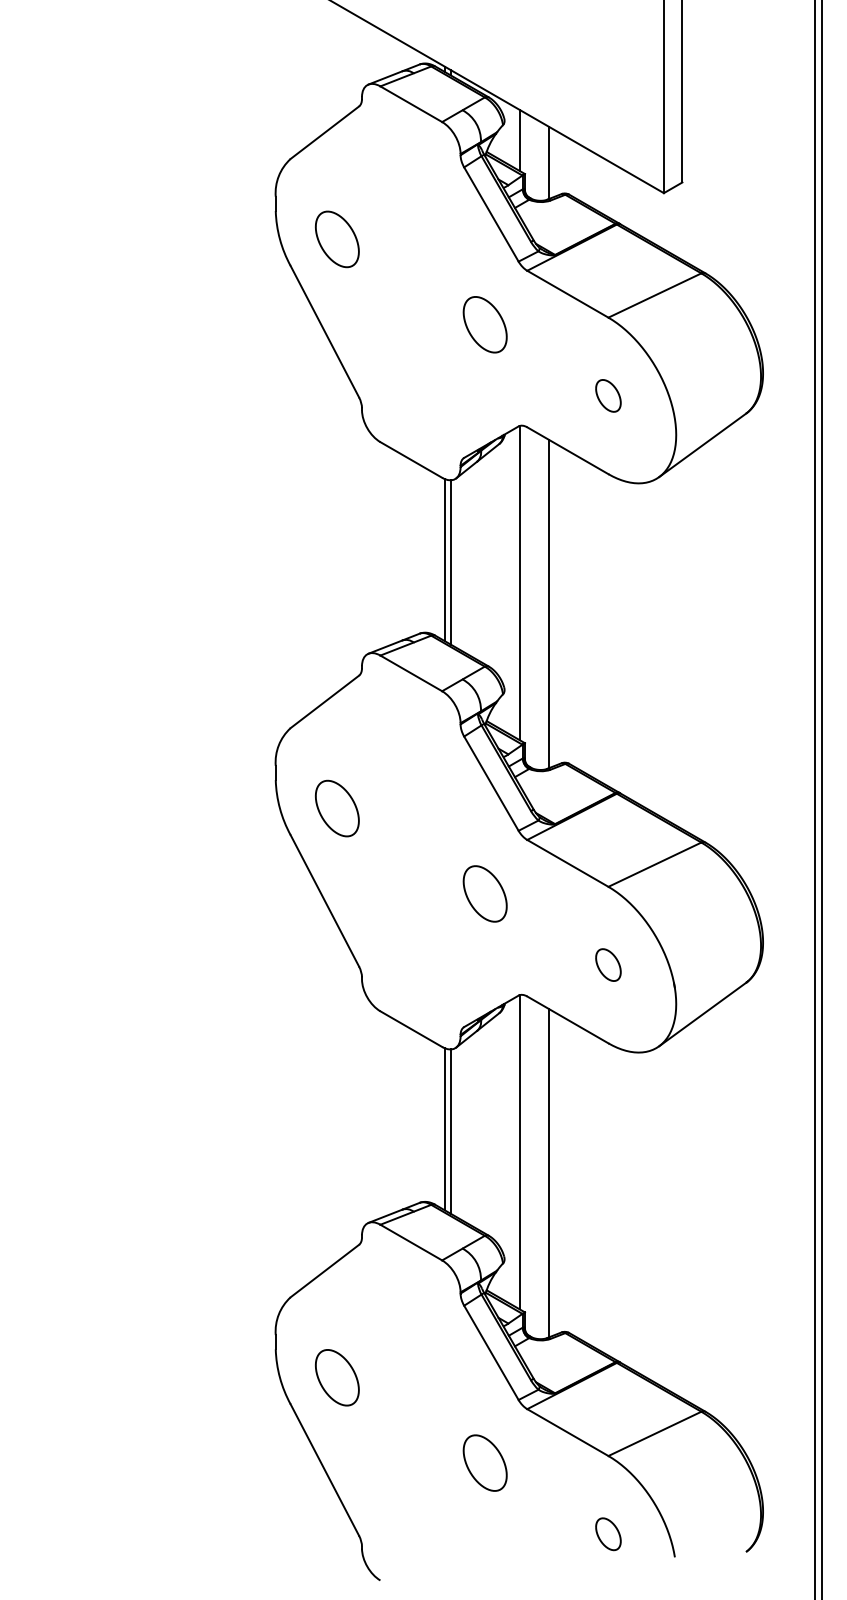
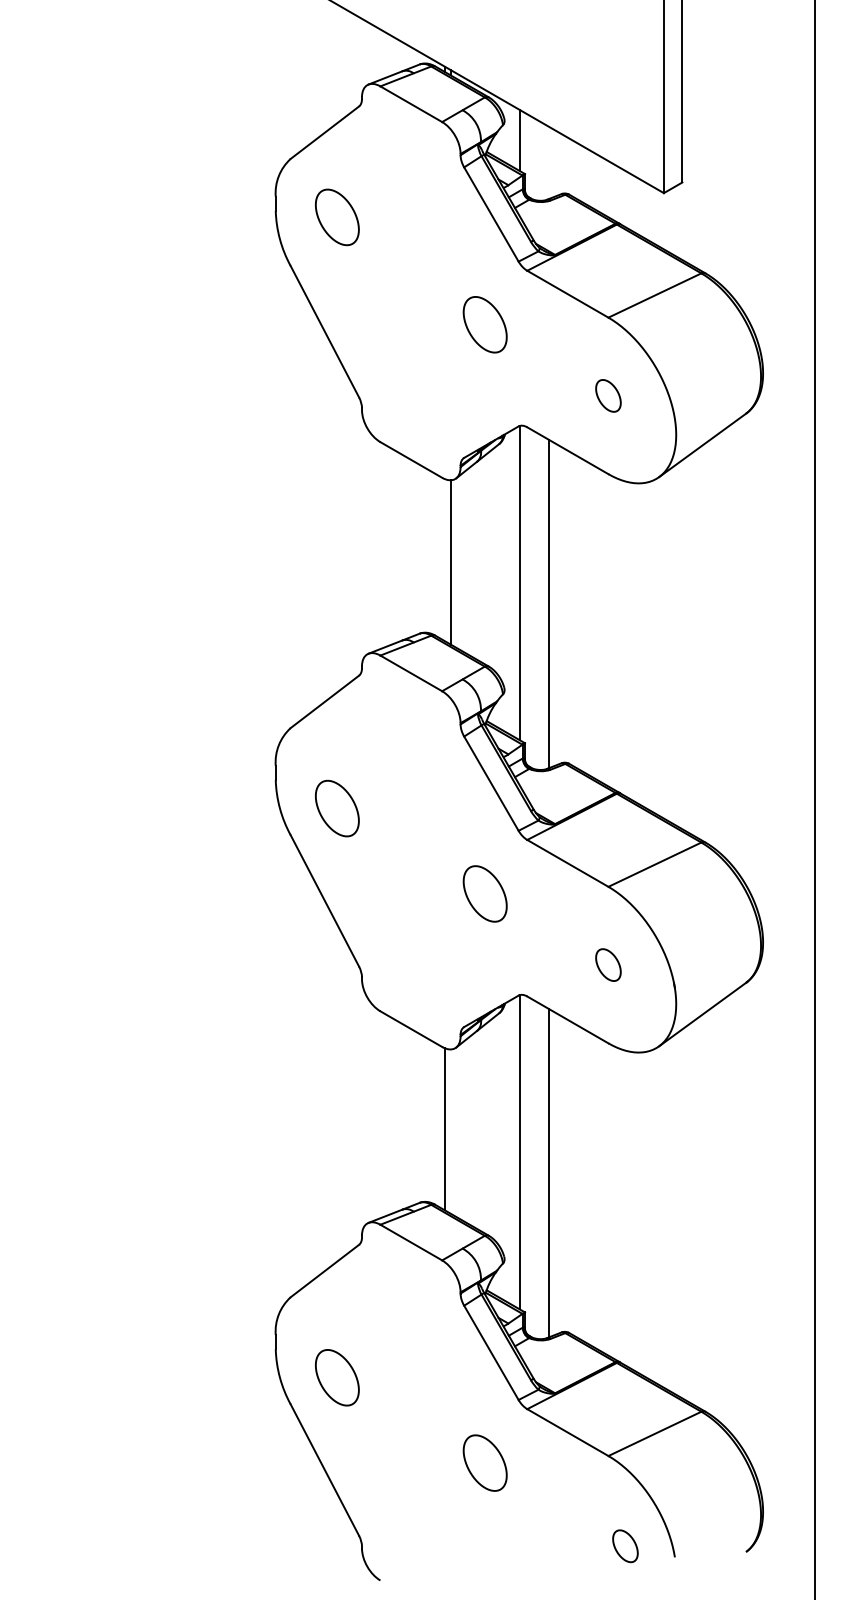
line at (549, 162): present -> none
part at (337, 239) position: (337, 239) -> (337, 217)
line at (444, 560): present -> none
line at (821, 799): present -> none
line at (450, 1131): present -> none
part at (608, 1534) position: (608, 1534) -> (625, 1546)
